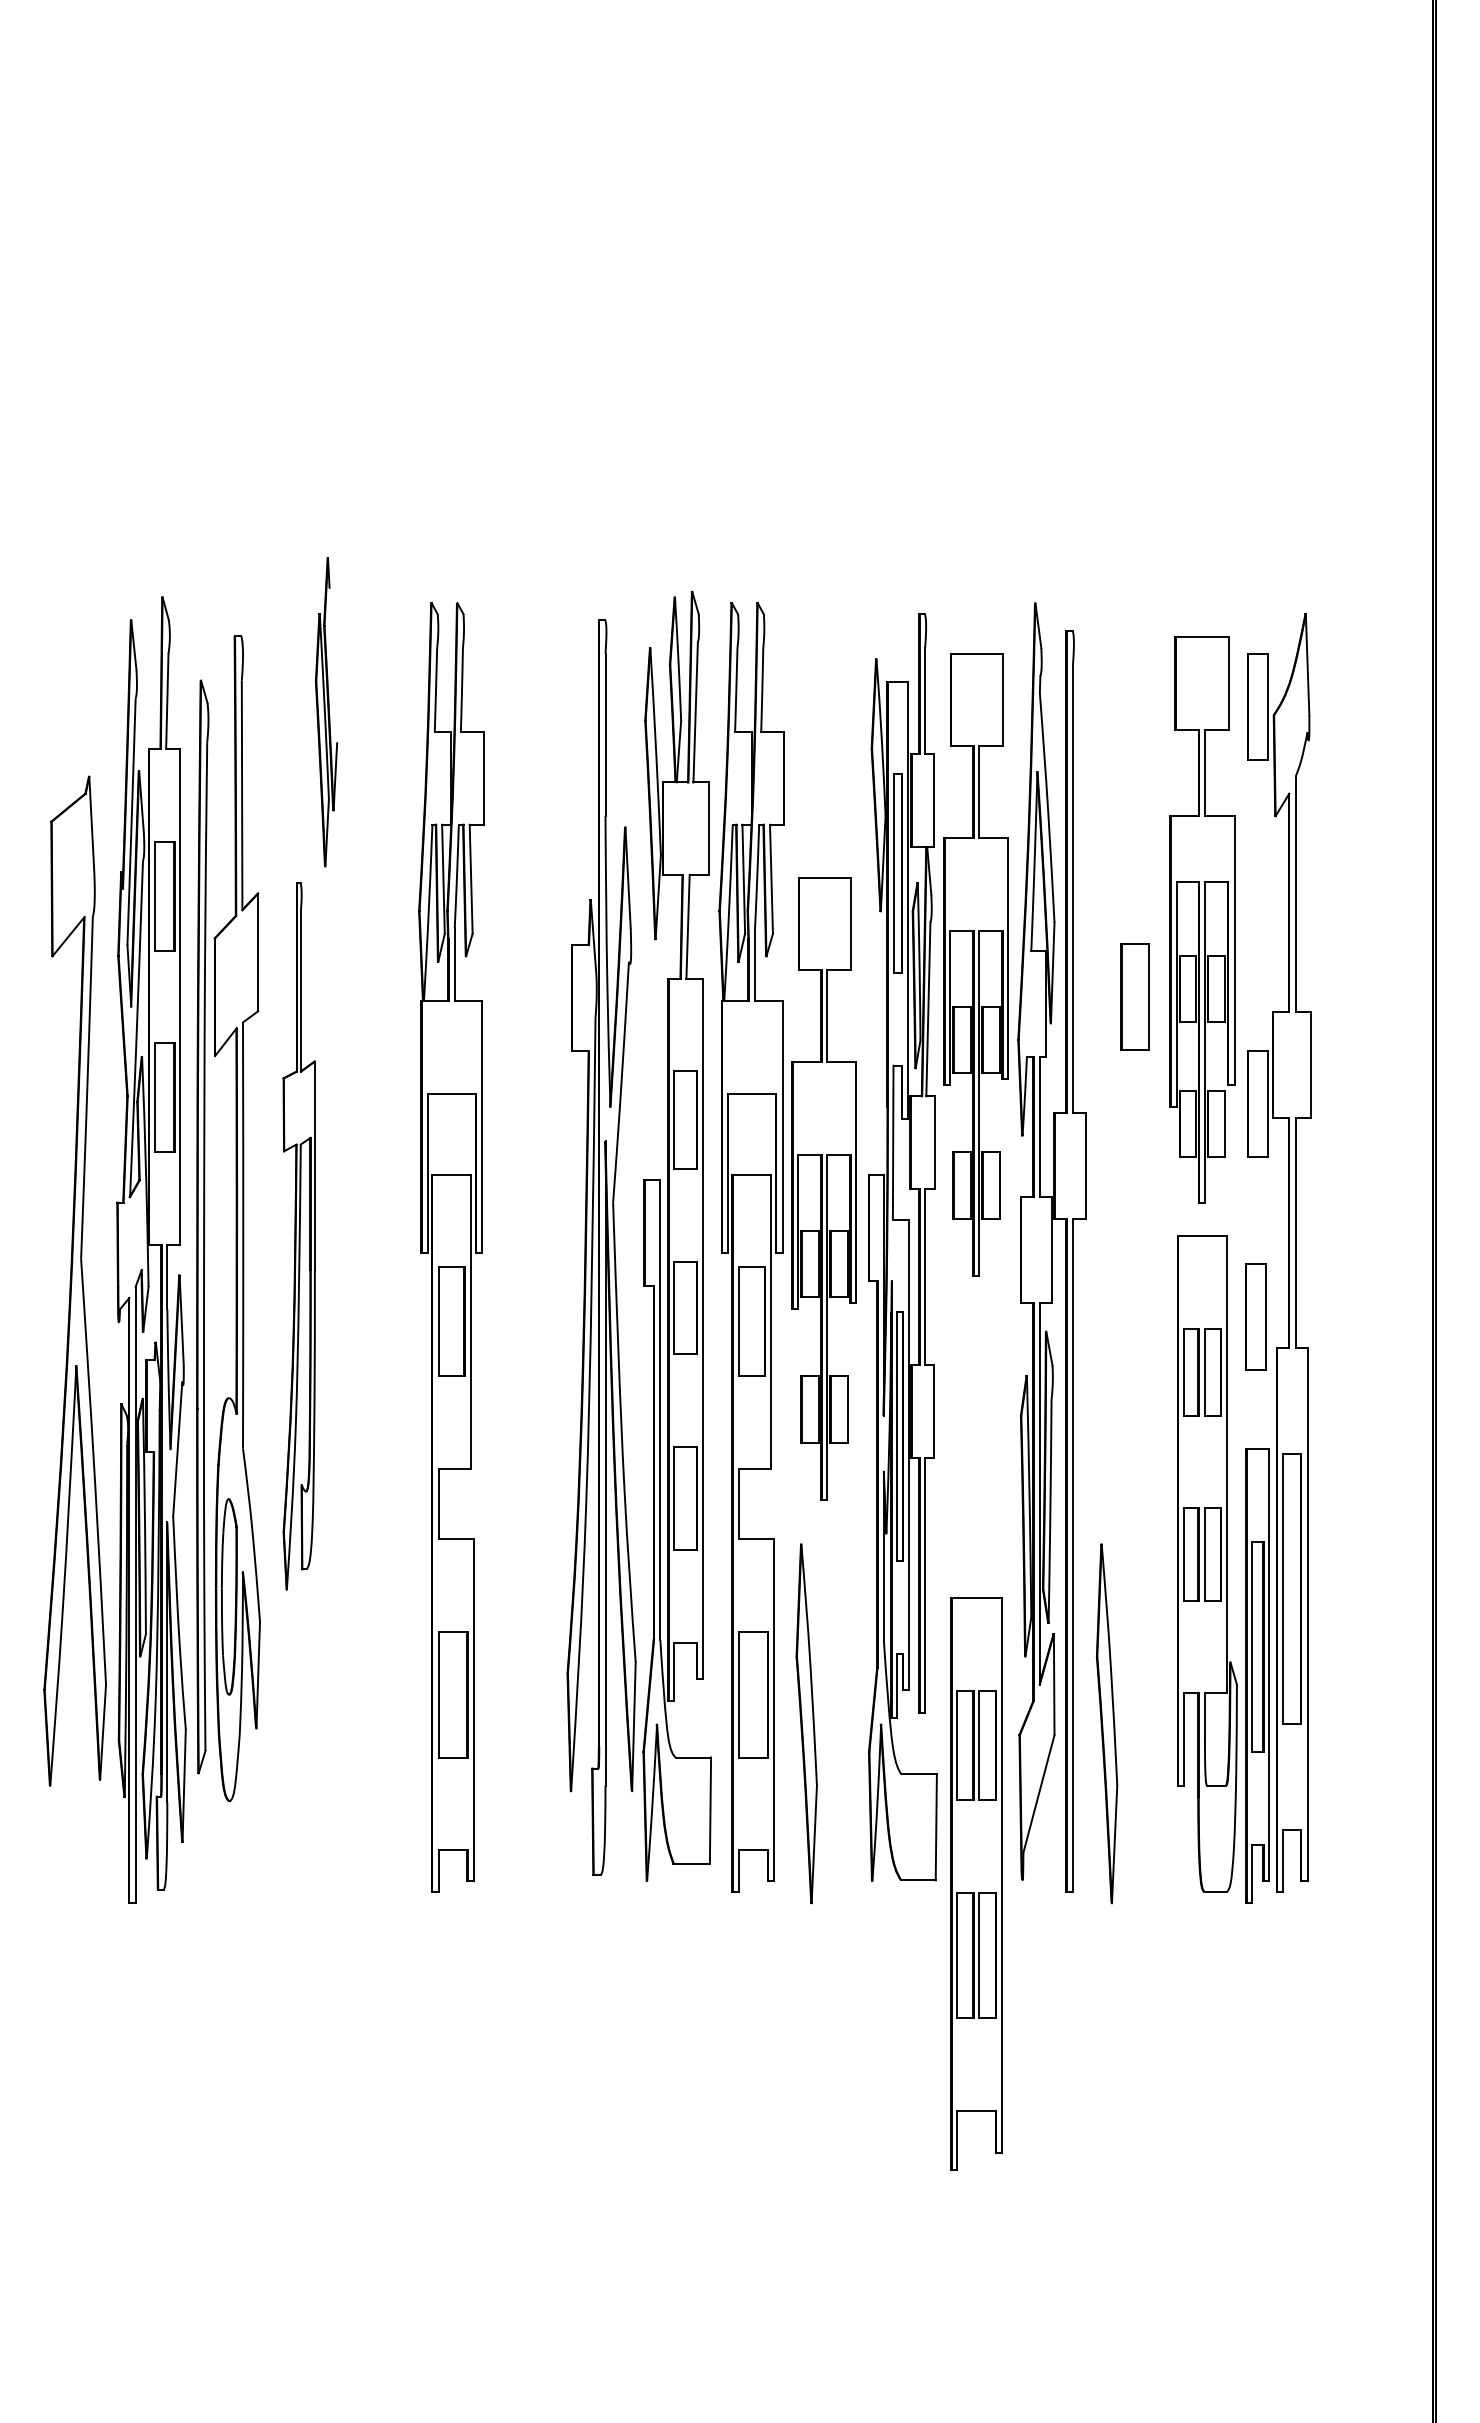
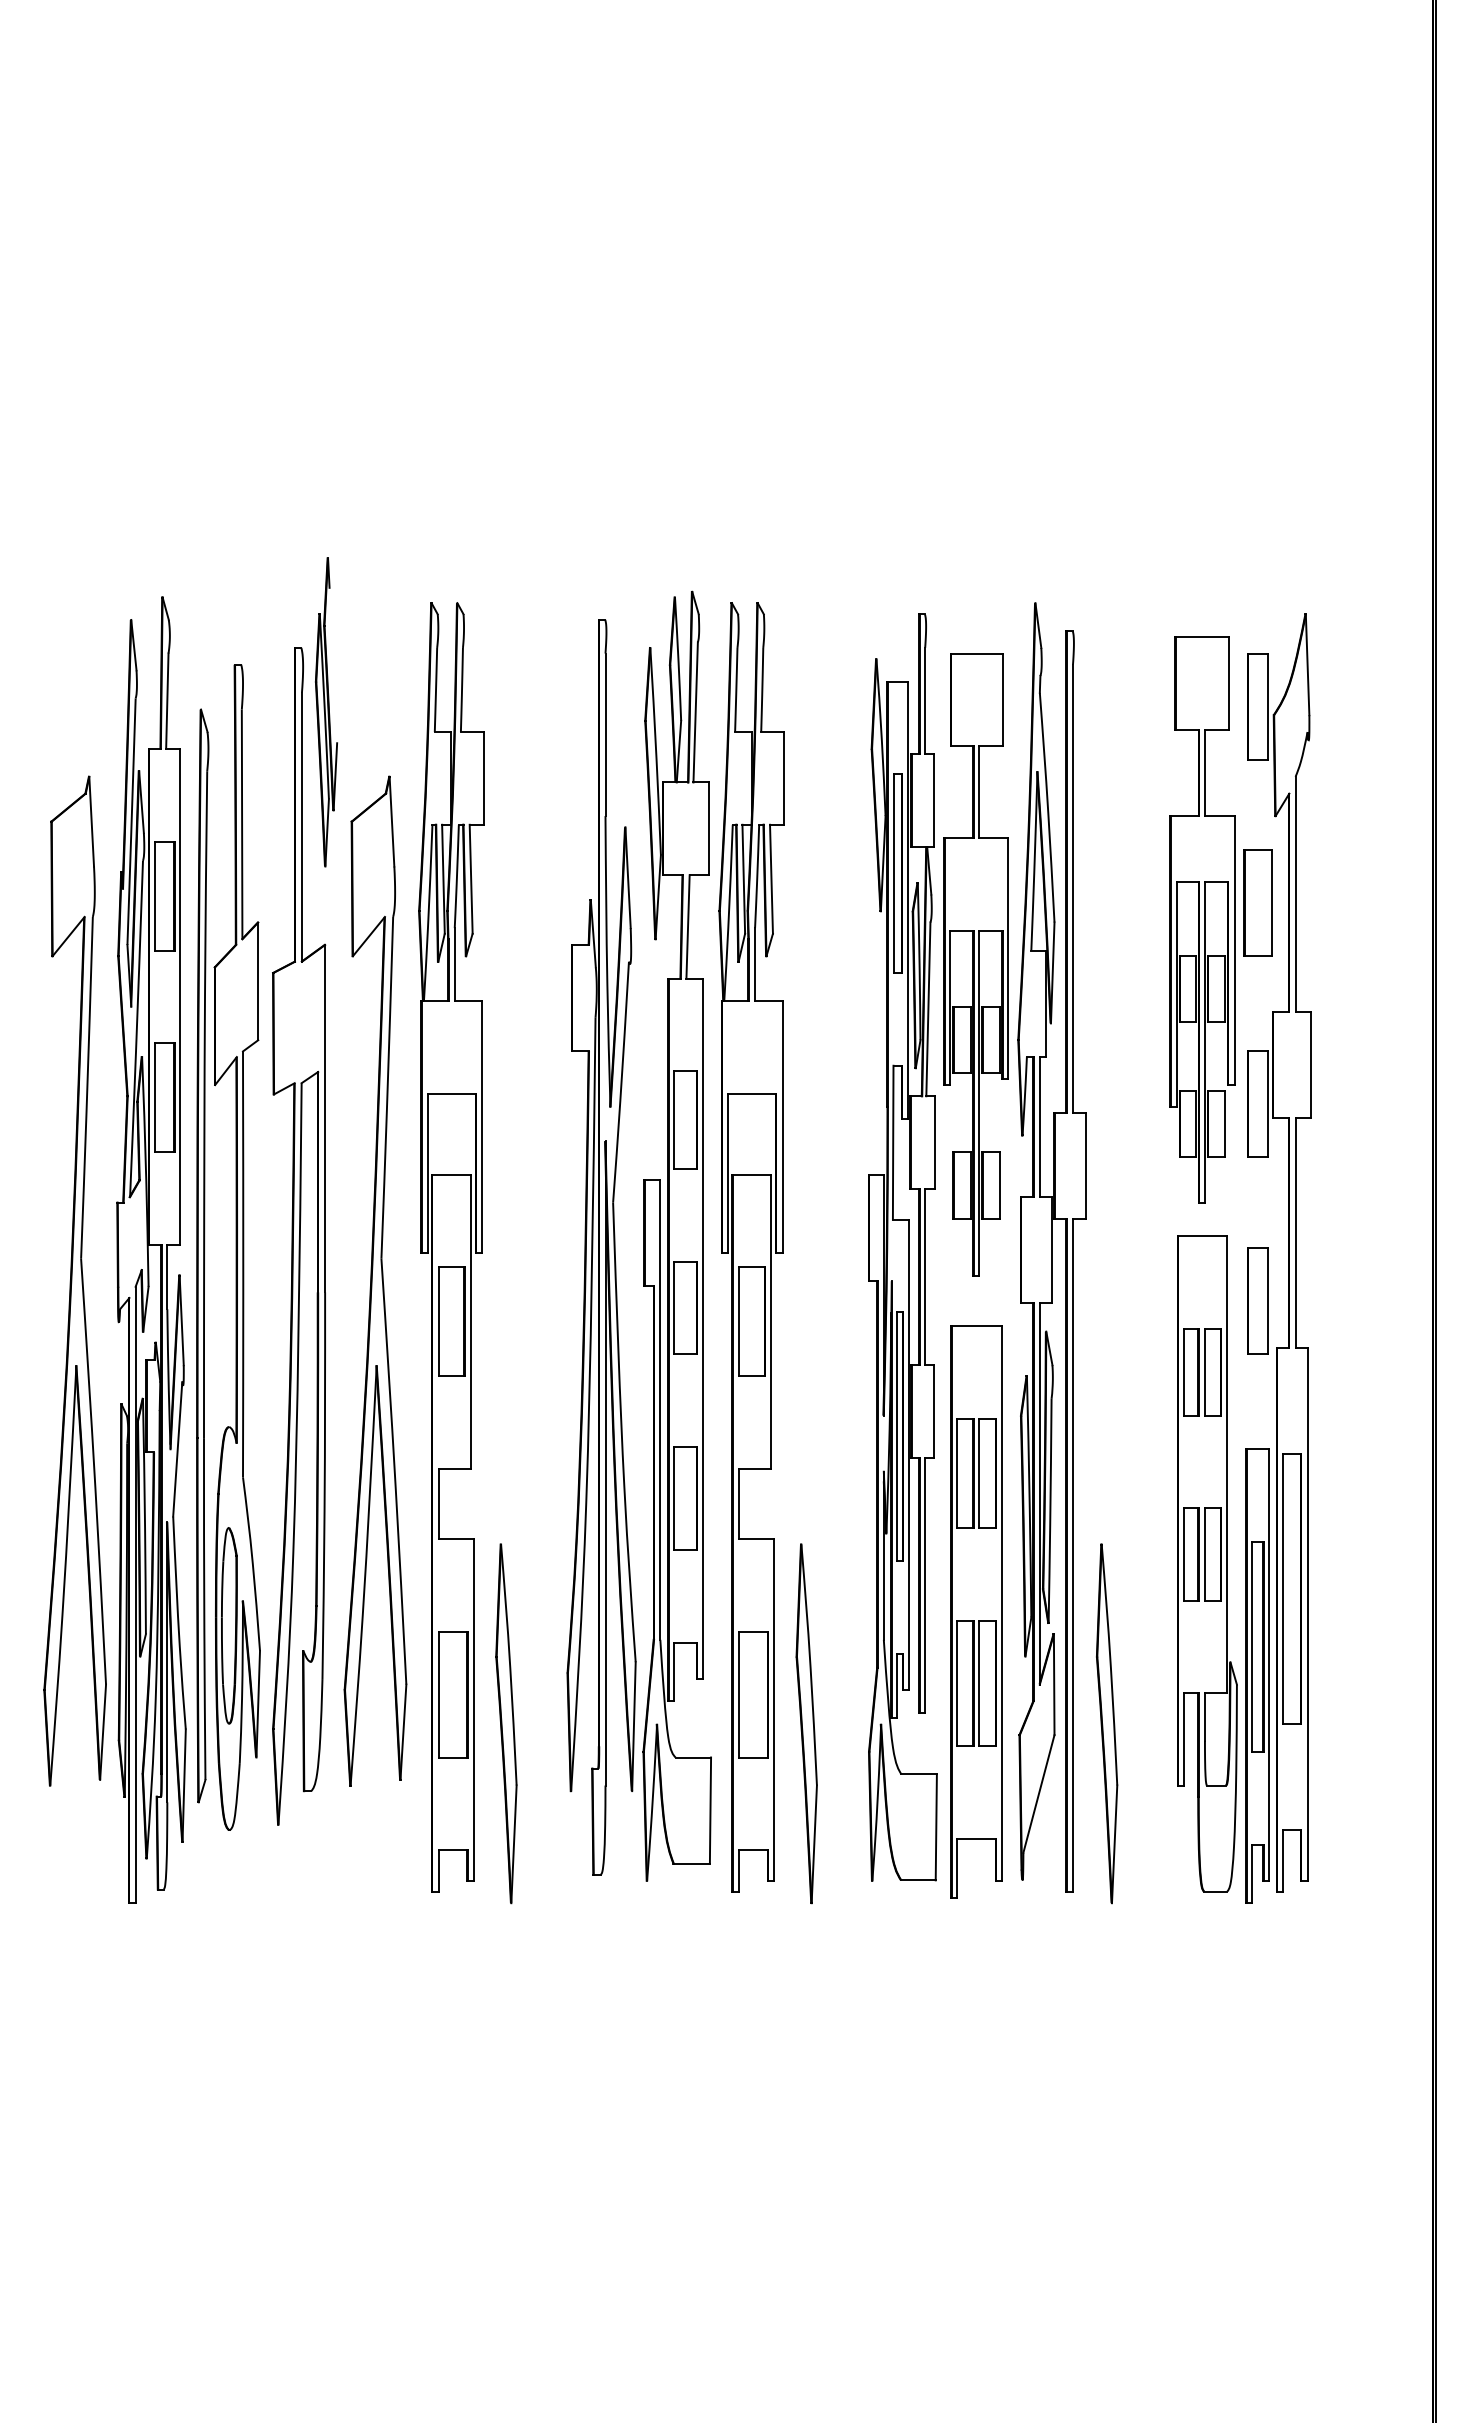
part at (1134, 996) position: (1134, 996) -> (1257, 902)
part at (823, 1188): present -> none
part at (235, 1218) position: (235, 1218) -> (235, 1247)
part at (298, 1236) size: 34x709 px -> 55x1179 px
part at (375, 1280): none -> present
part at (1255, 1316) position: (1255, 1316) -> (1257, 1300)
part at (506, 1723): none -> present
part at (976, 1883) position: (976, 1883) -> (976, 1611)
